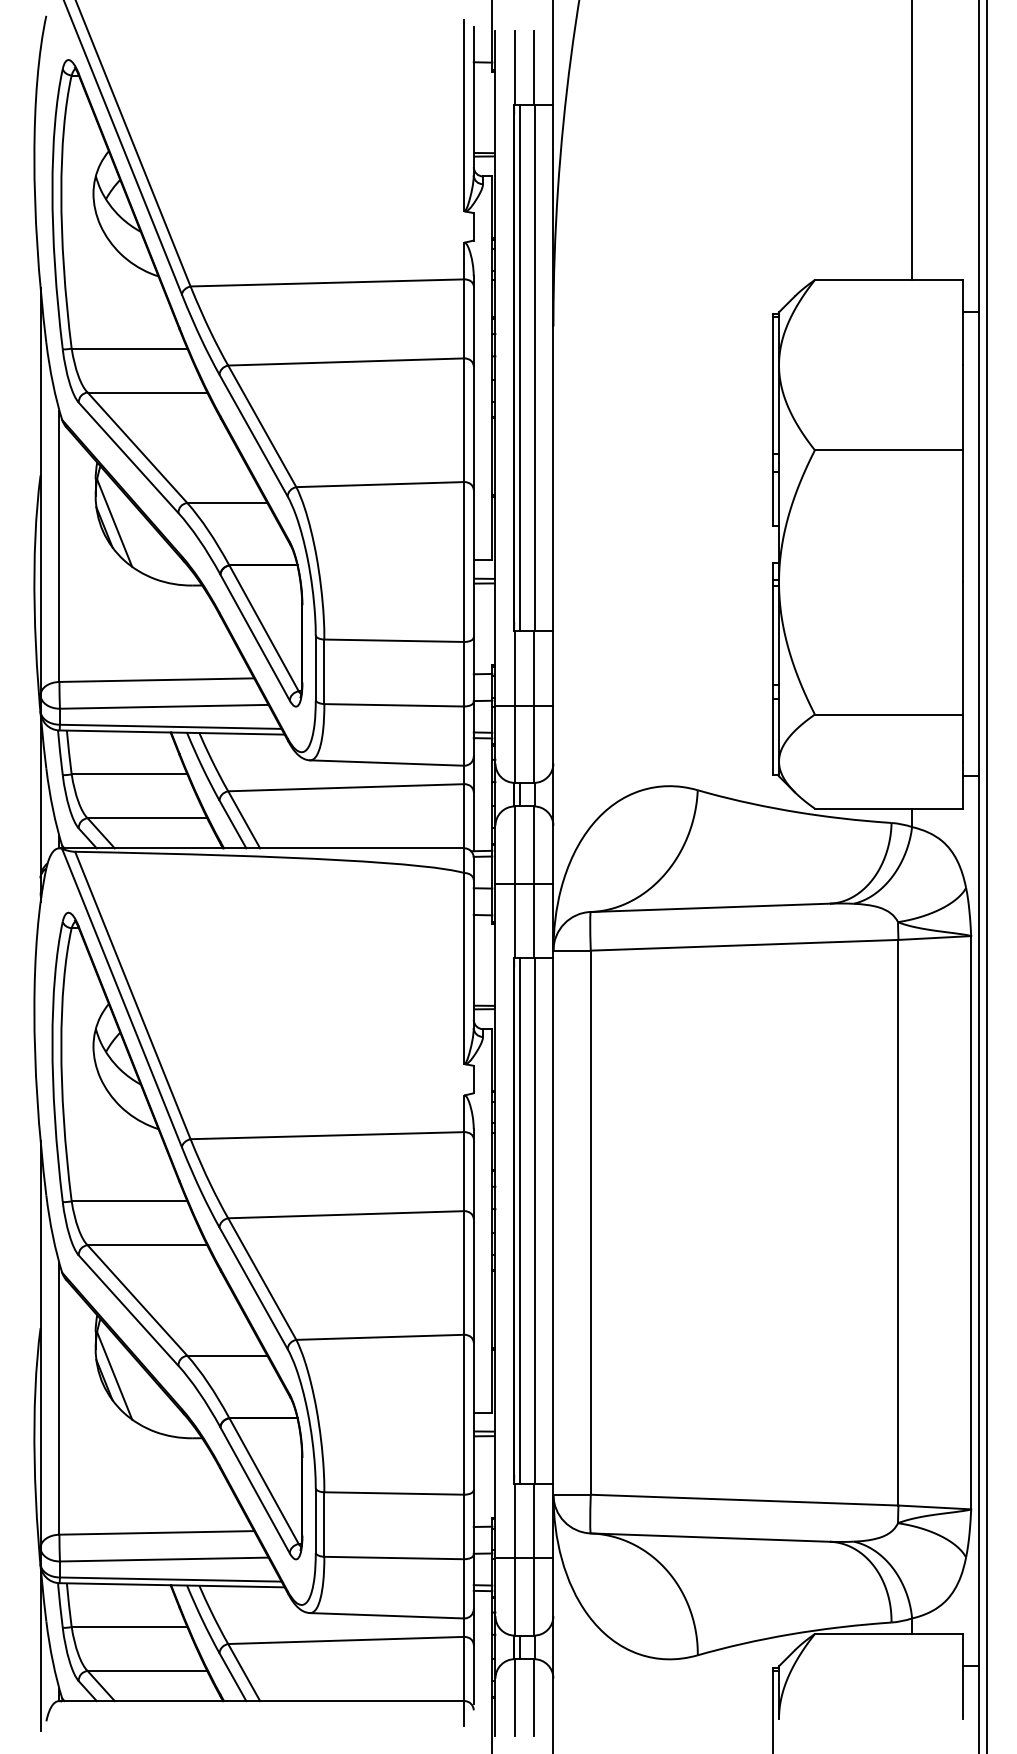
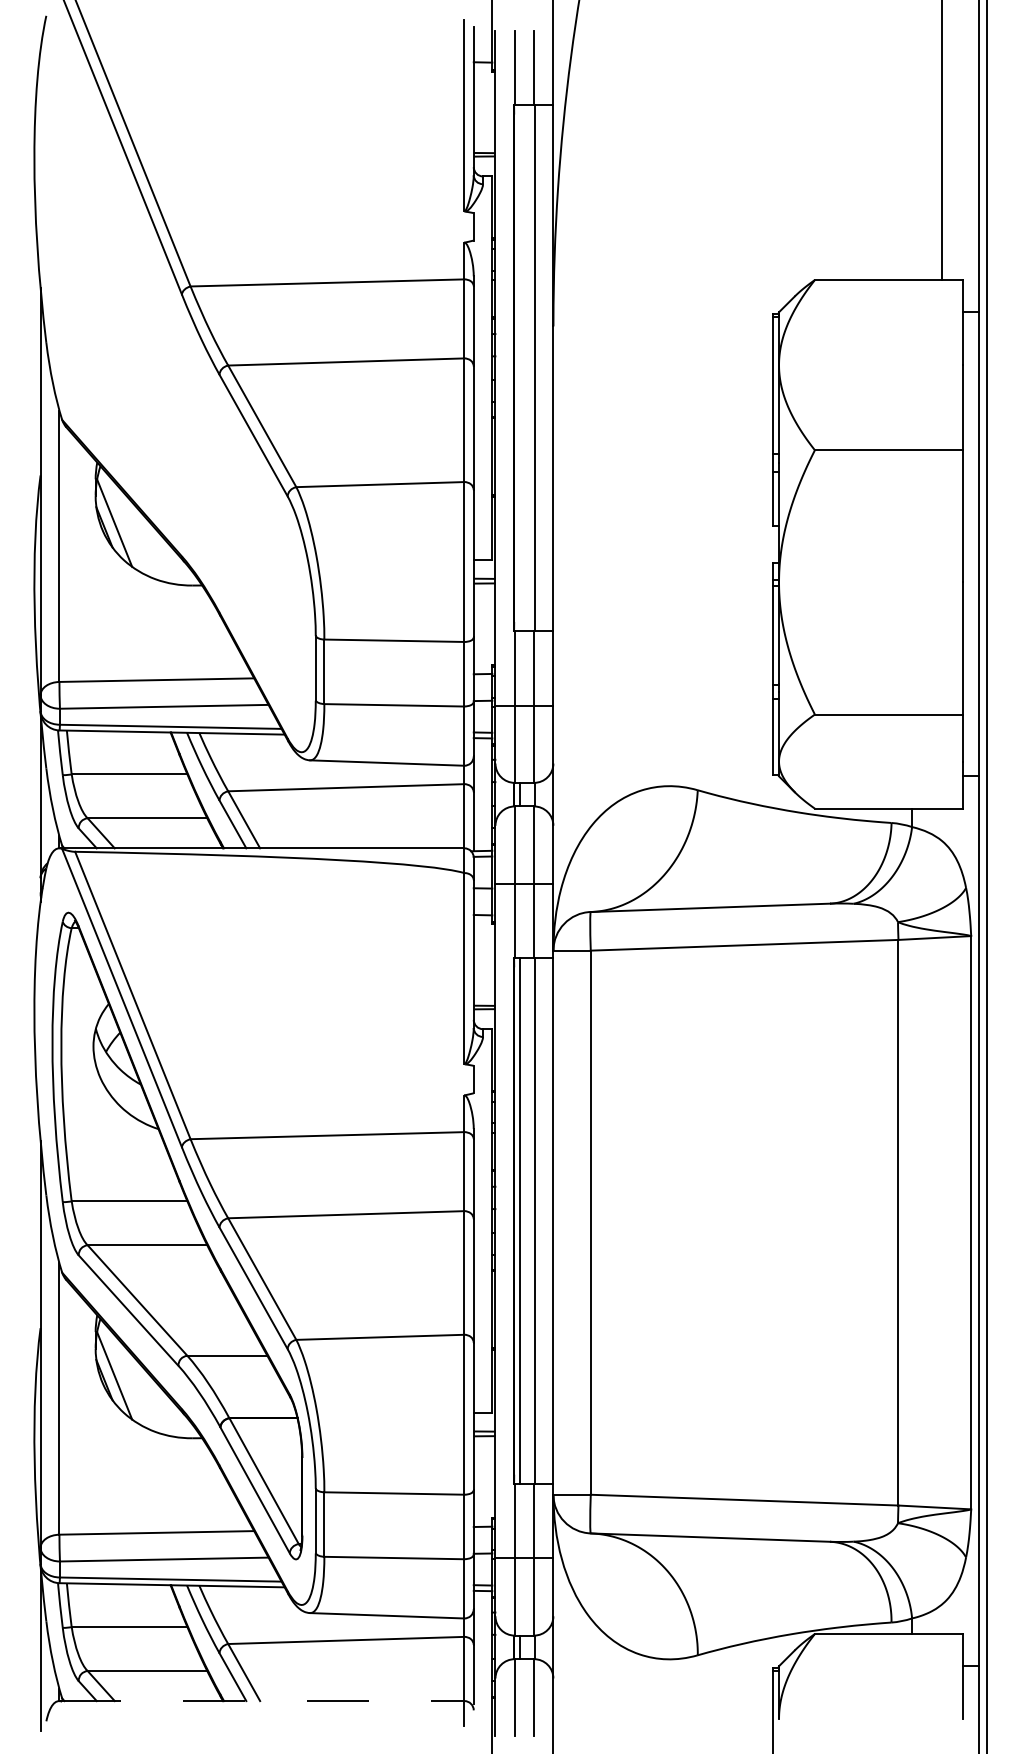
line at (912, 141) position: (912, 141) -> (942, 141)
line at (520, 368): present -> none
part at (177, 383): present -> none
line at (261, 1701): solid -> dashed
